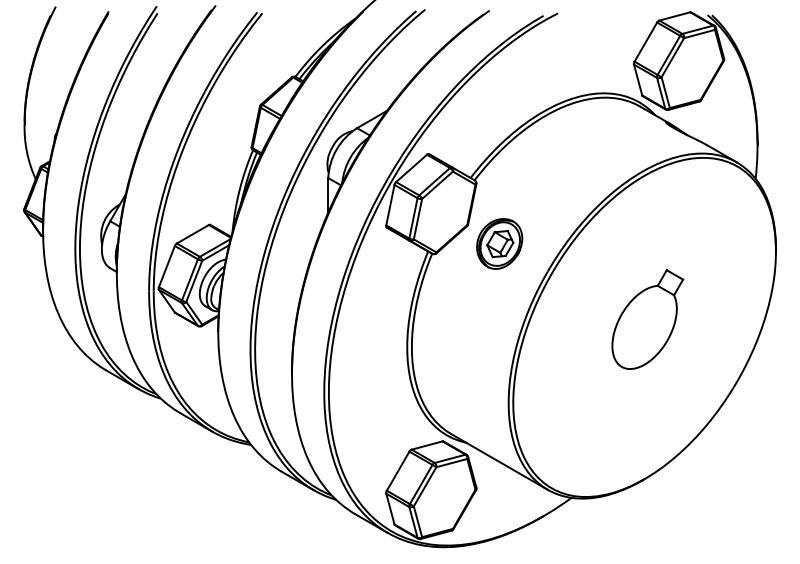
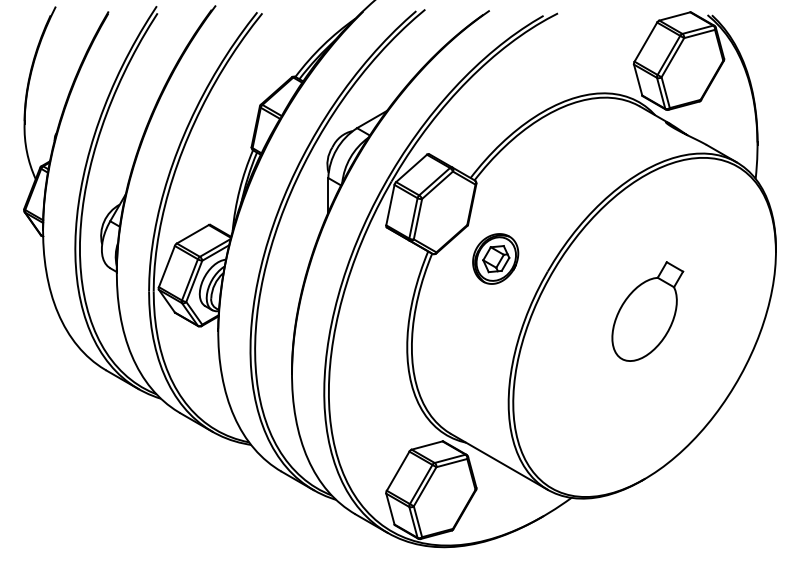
part at (499, 243) position: (499, 243) -> (495, 258)
part at (647, 319) position: (647, 319) -> (647, 311)
